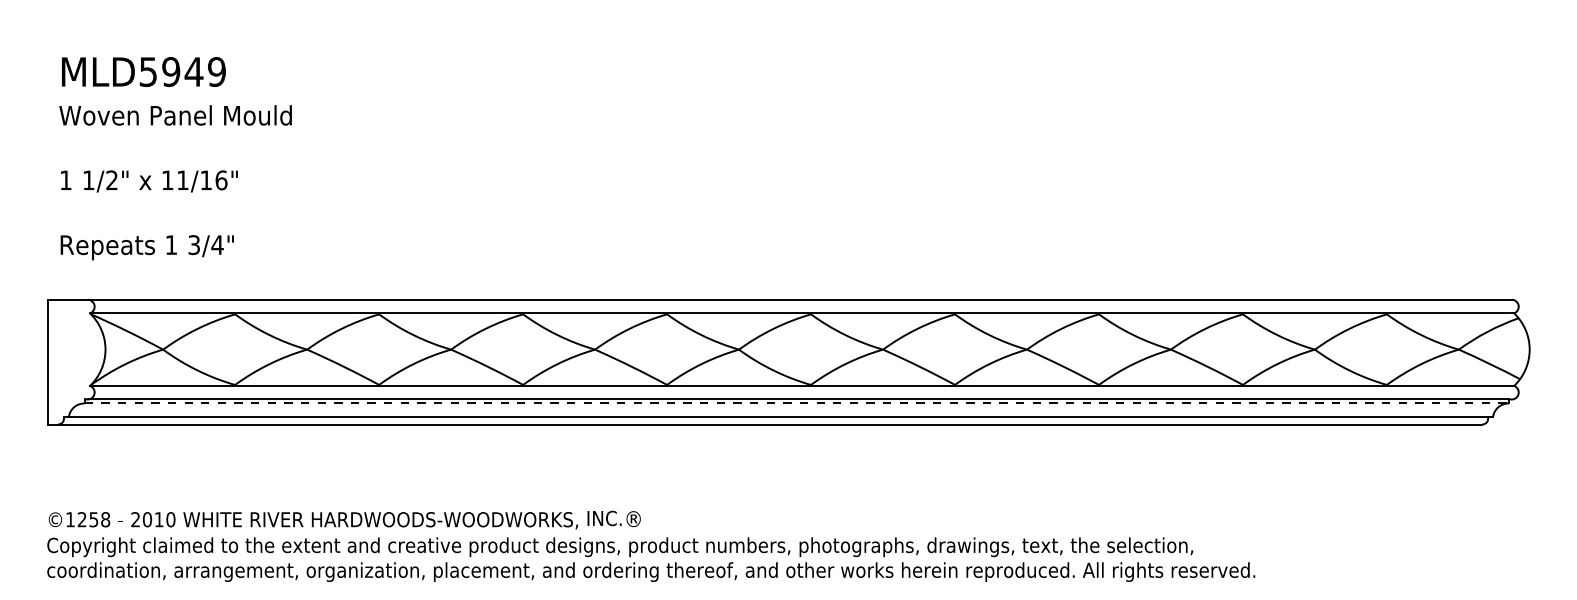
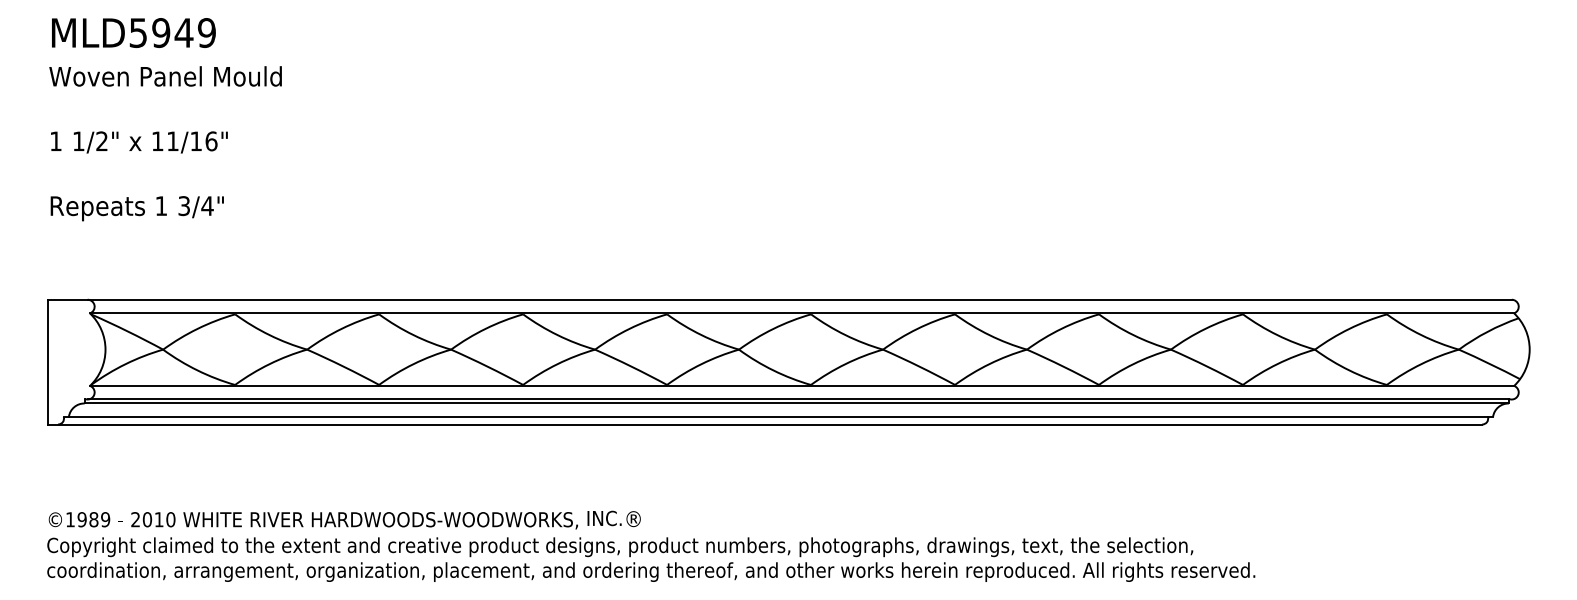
text at (175, 158) position: (175, 158) -> (165, 119)
line at (796, 403): dashed -> solid
text at (93, 519): ©1258 -> ©1989
